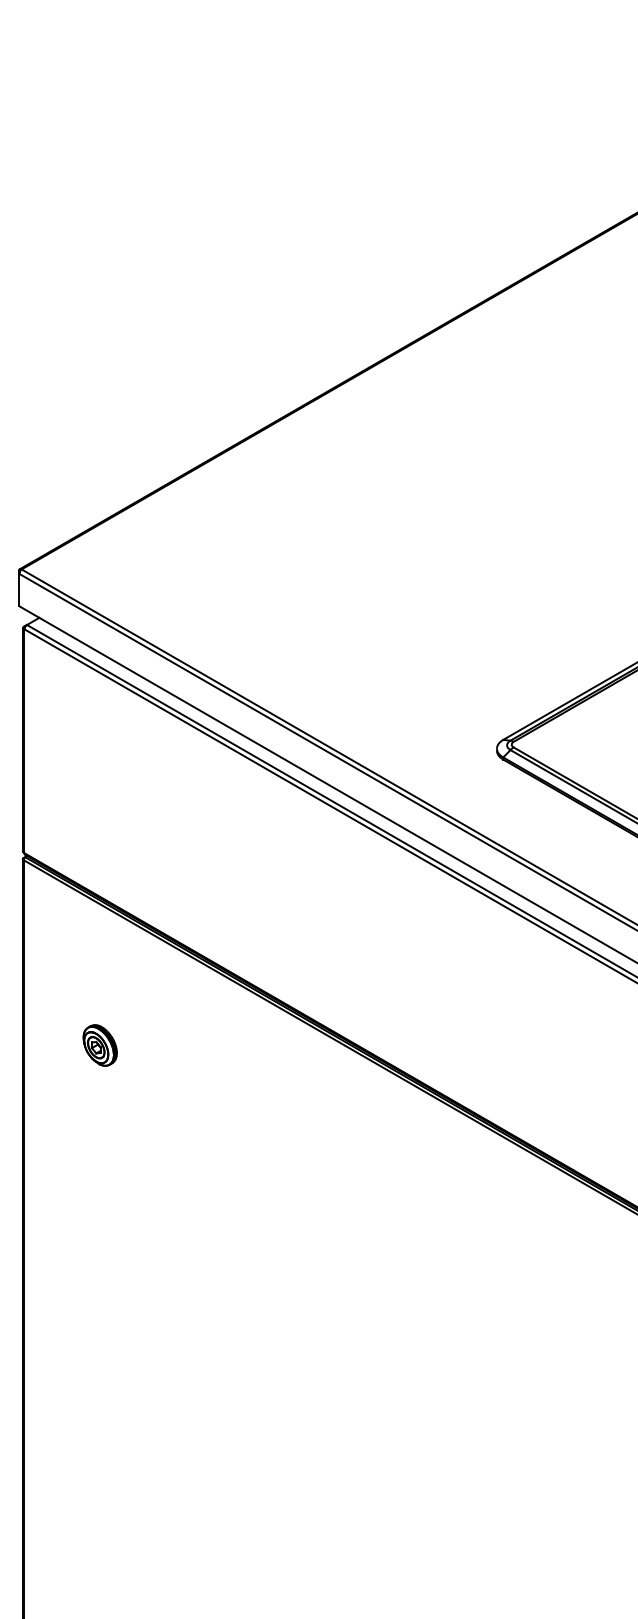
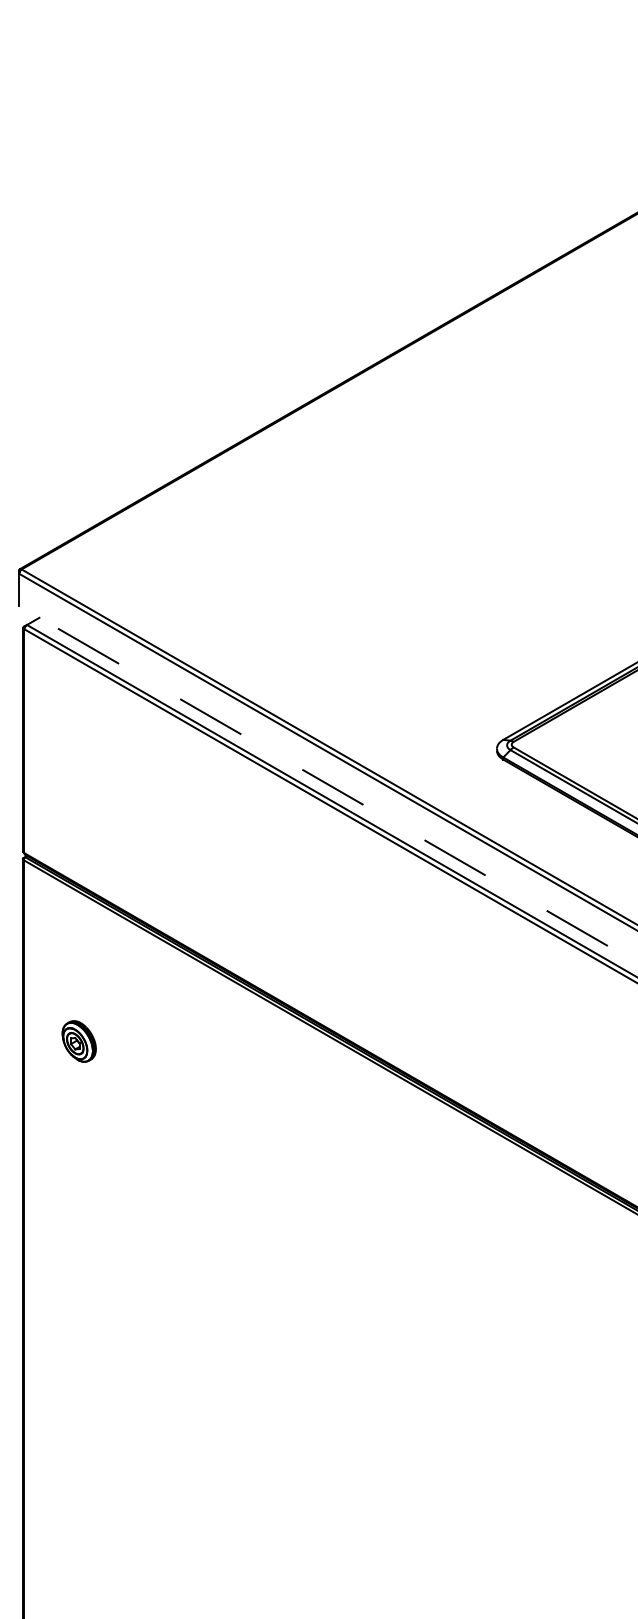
line at (328, 784): solid -> dashed
part at (99, 1045) position: (99, 1045) -> (78, 1041)
